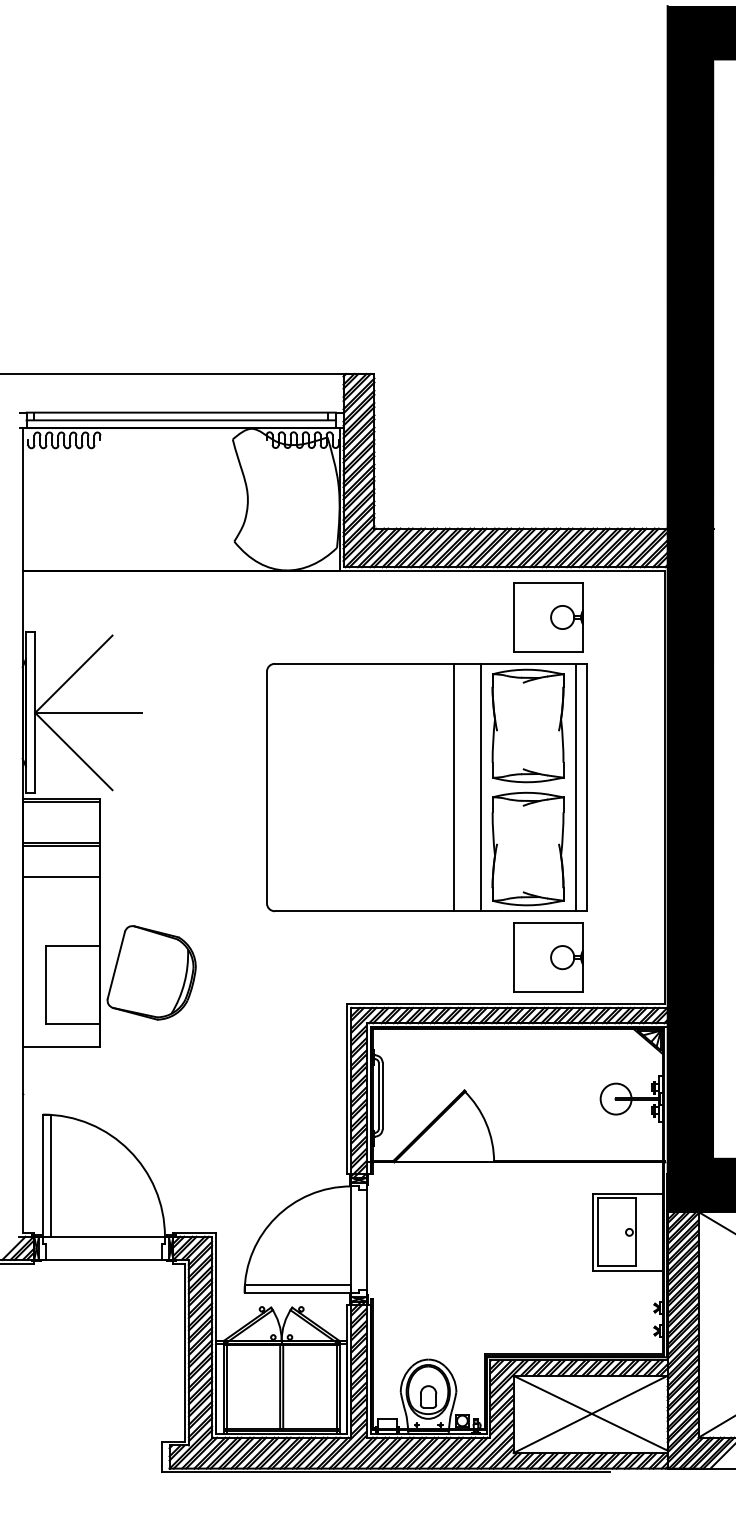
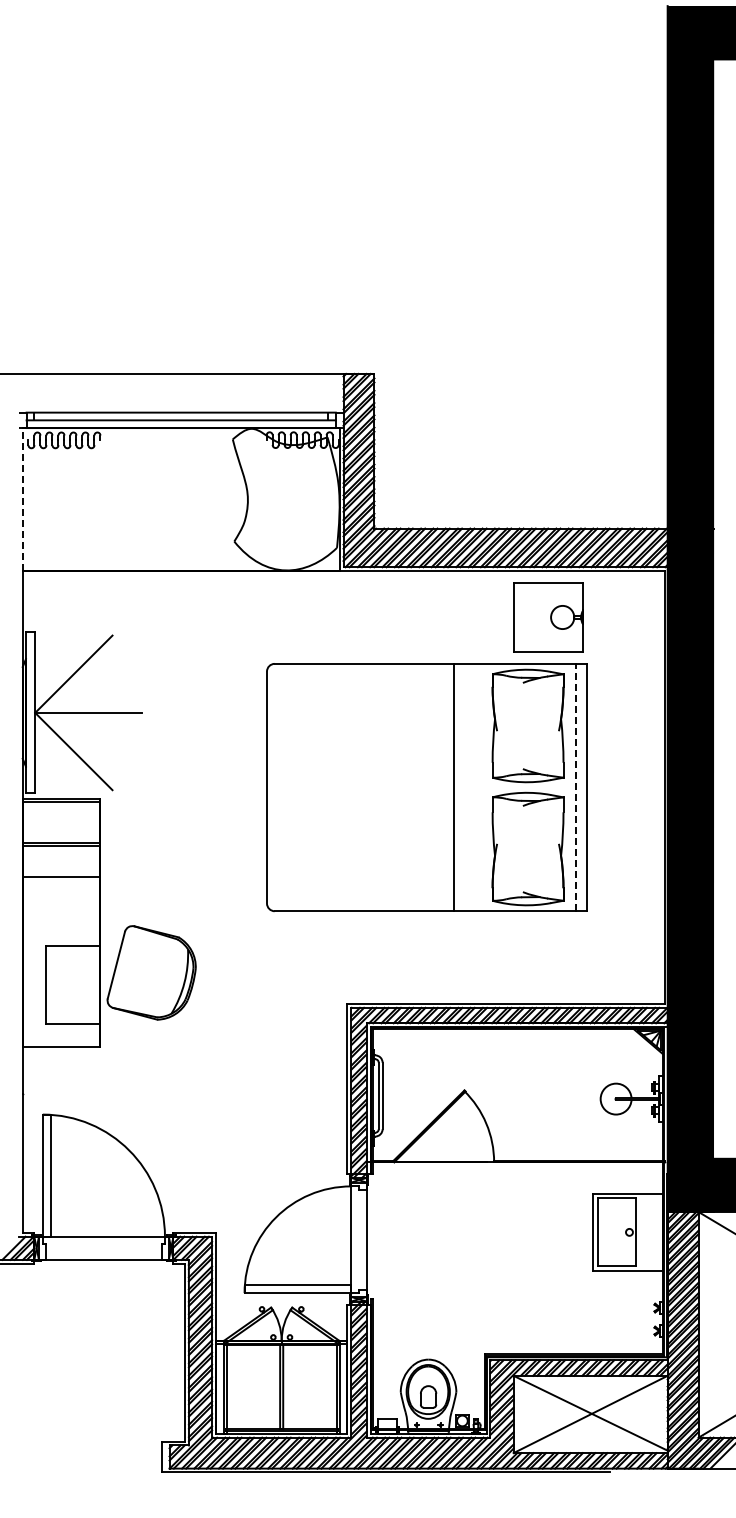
line at (22, 499): solid -> dashed
line at (481, 787): present -> none
line at (576, 787): solid -> dashed
part at (548, 957): present -> none
